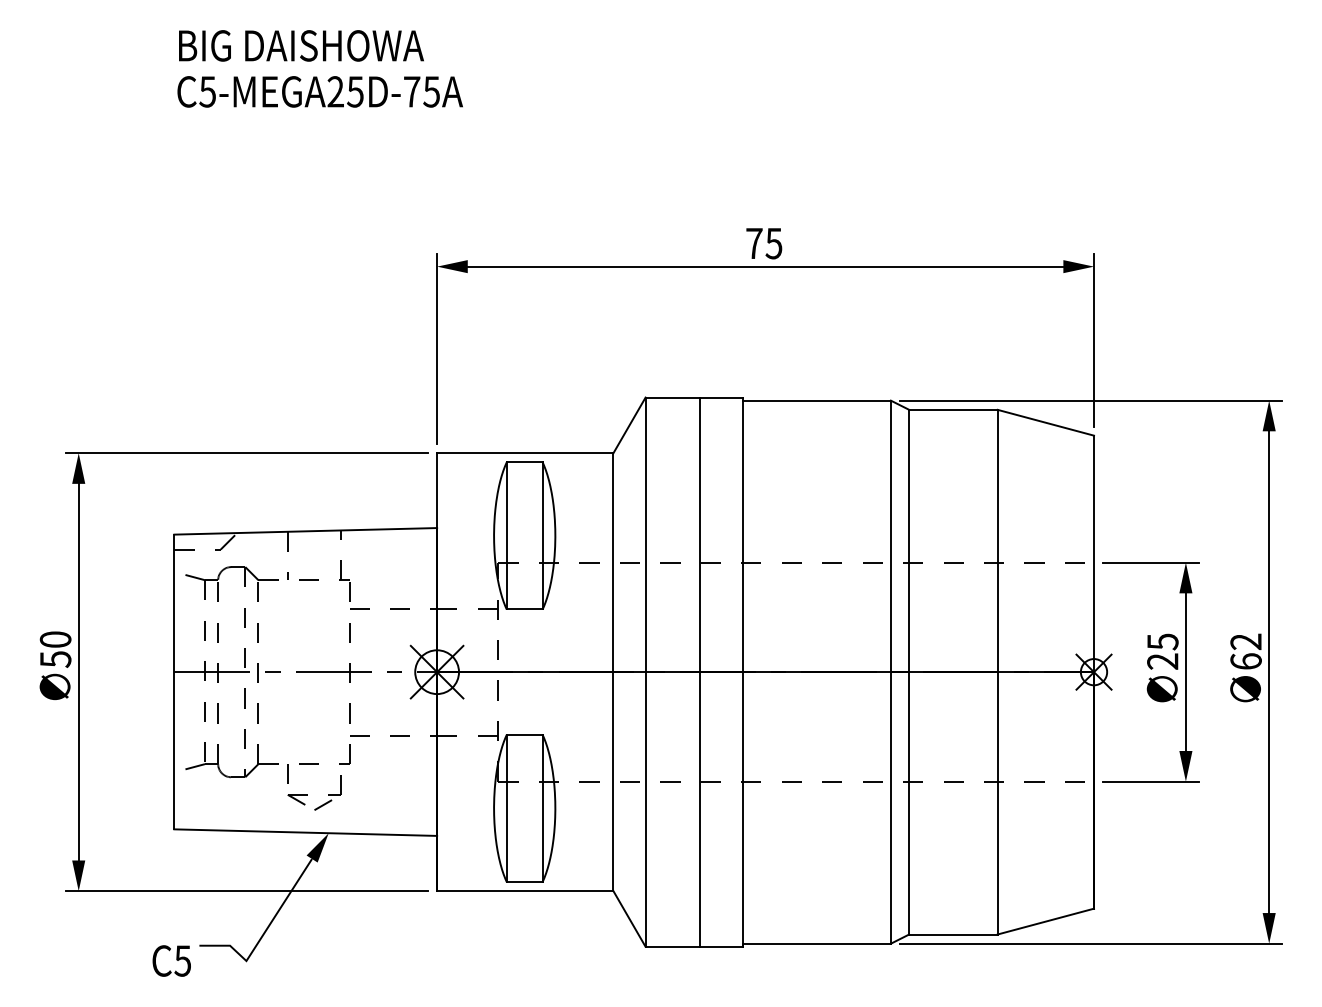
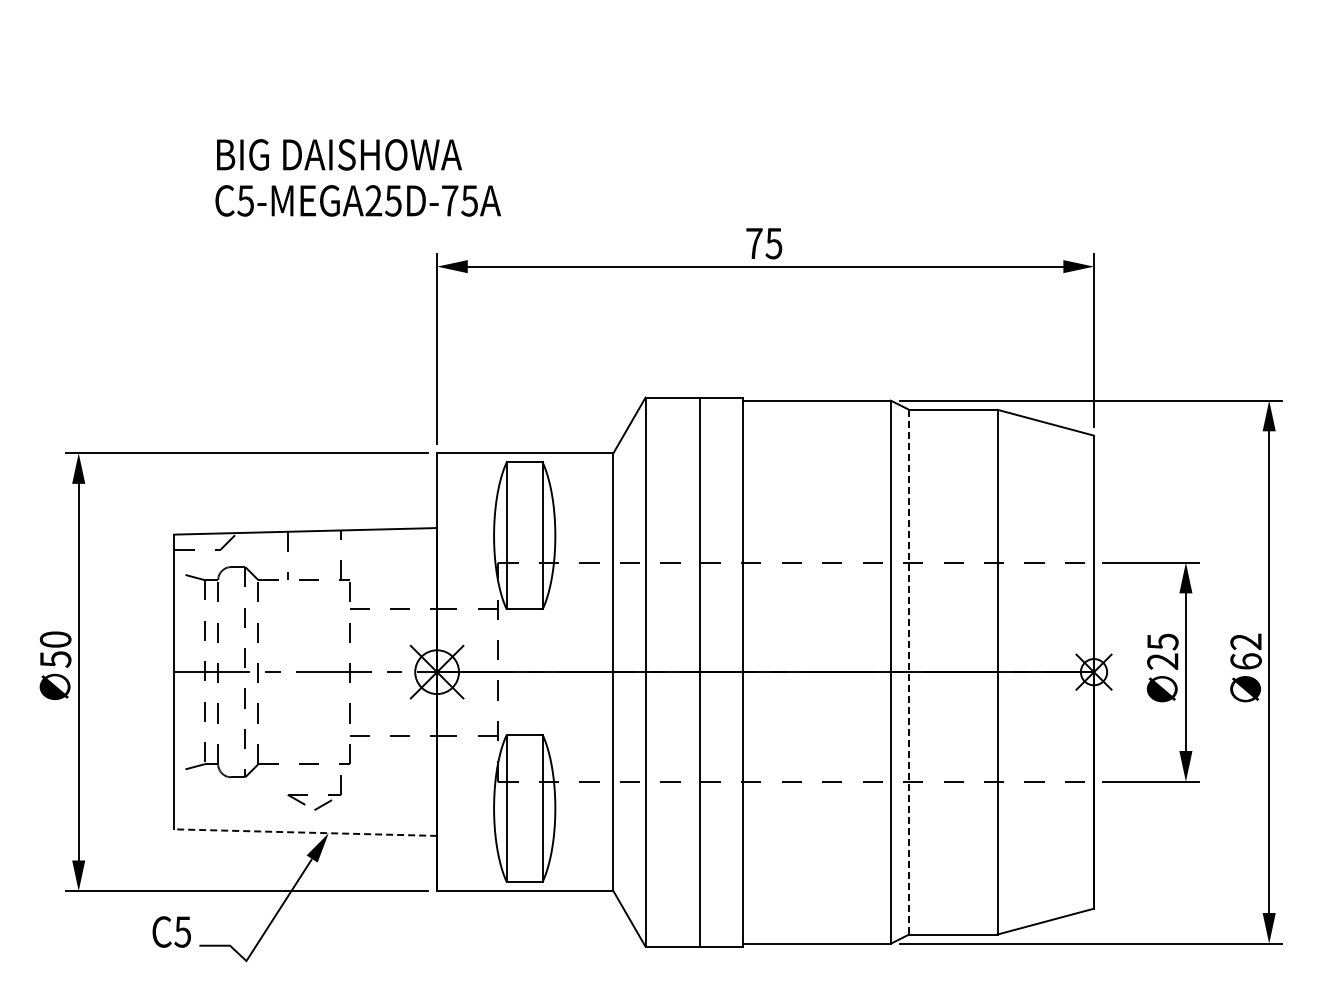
text at (319, 68) position: (319, 68) -> (357, 177)
line at (909, 672): solid -> dashed
line at (287, 773): present -> none
line at (305, 832): solid -> dashed
text at (171, 960) position: (171, 960) -> (171, 931)
